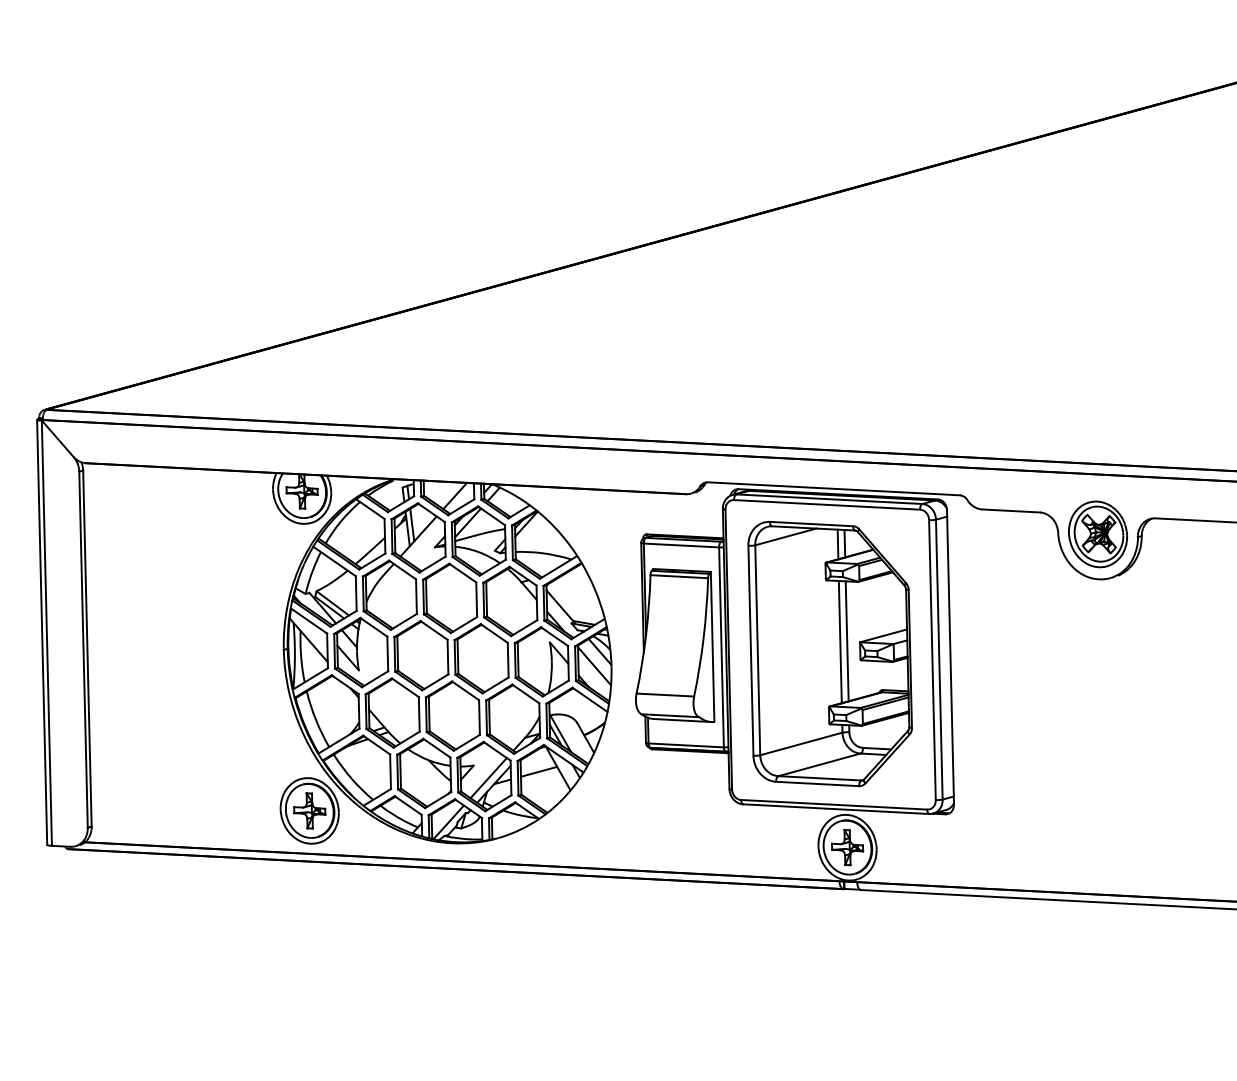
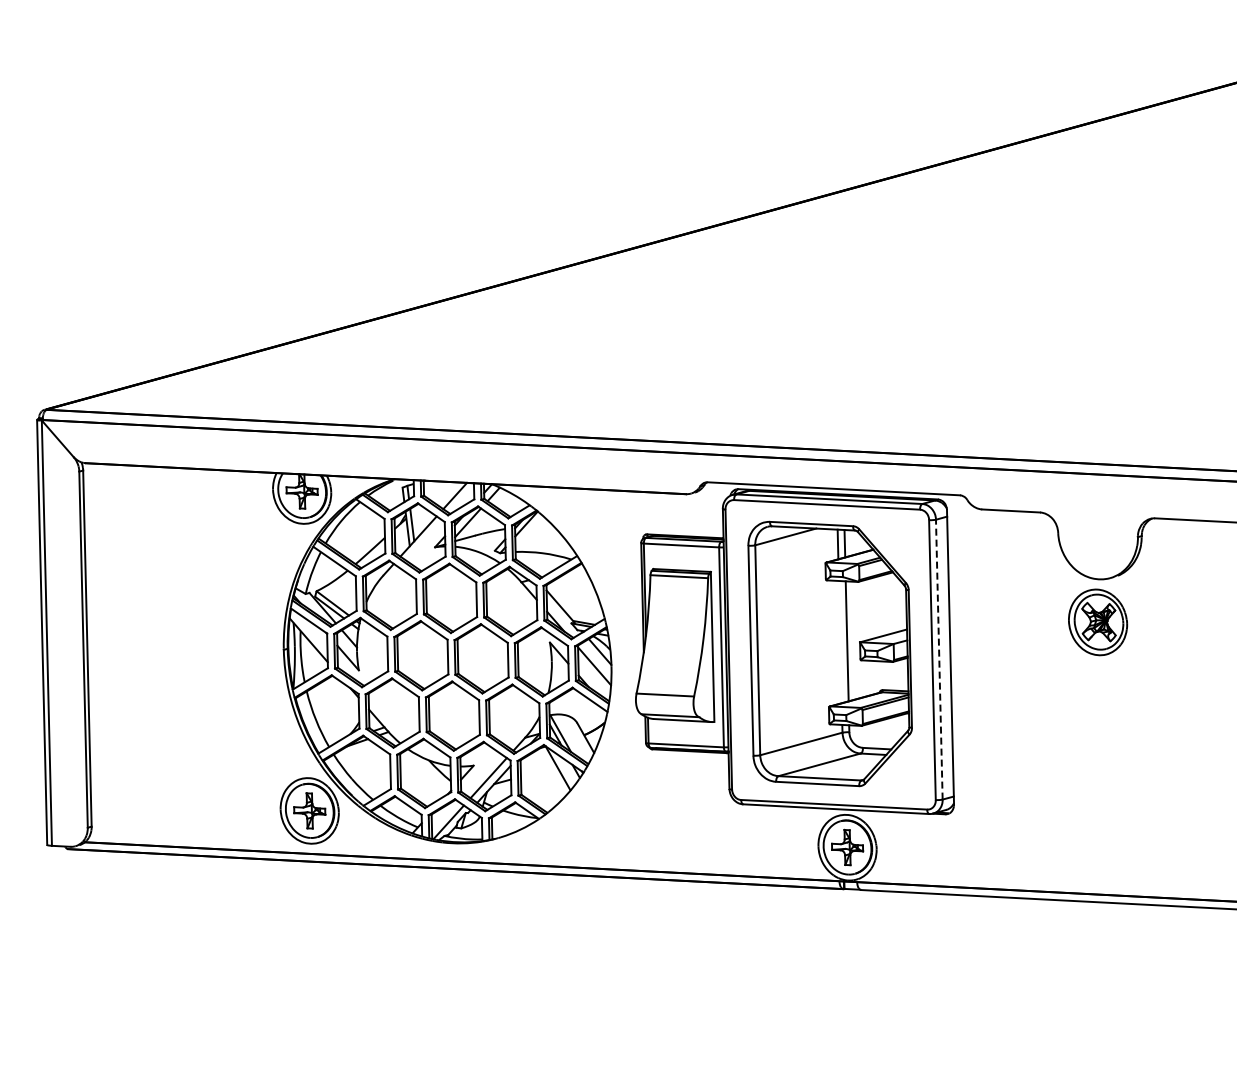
part at (1098, 534) position: (1098, 534) -> (1098, 622)
line at (839, 642): present -> none
line at (939, 659): solid -> dashed
line at (538, 771): present -> none
